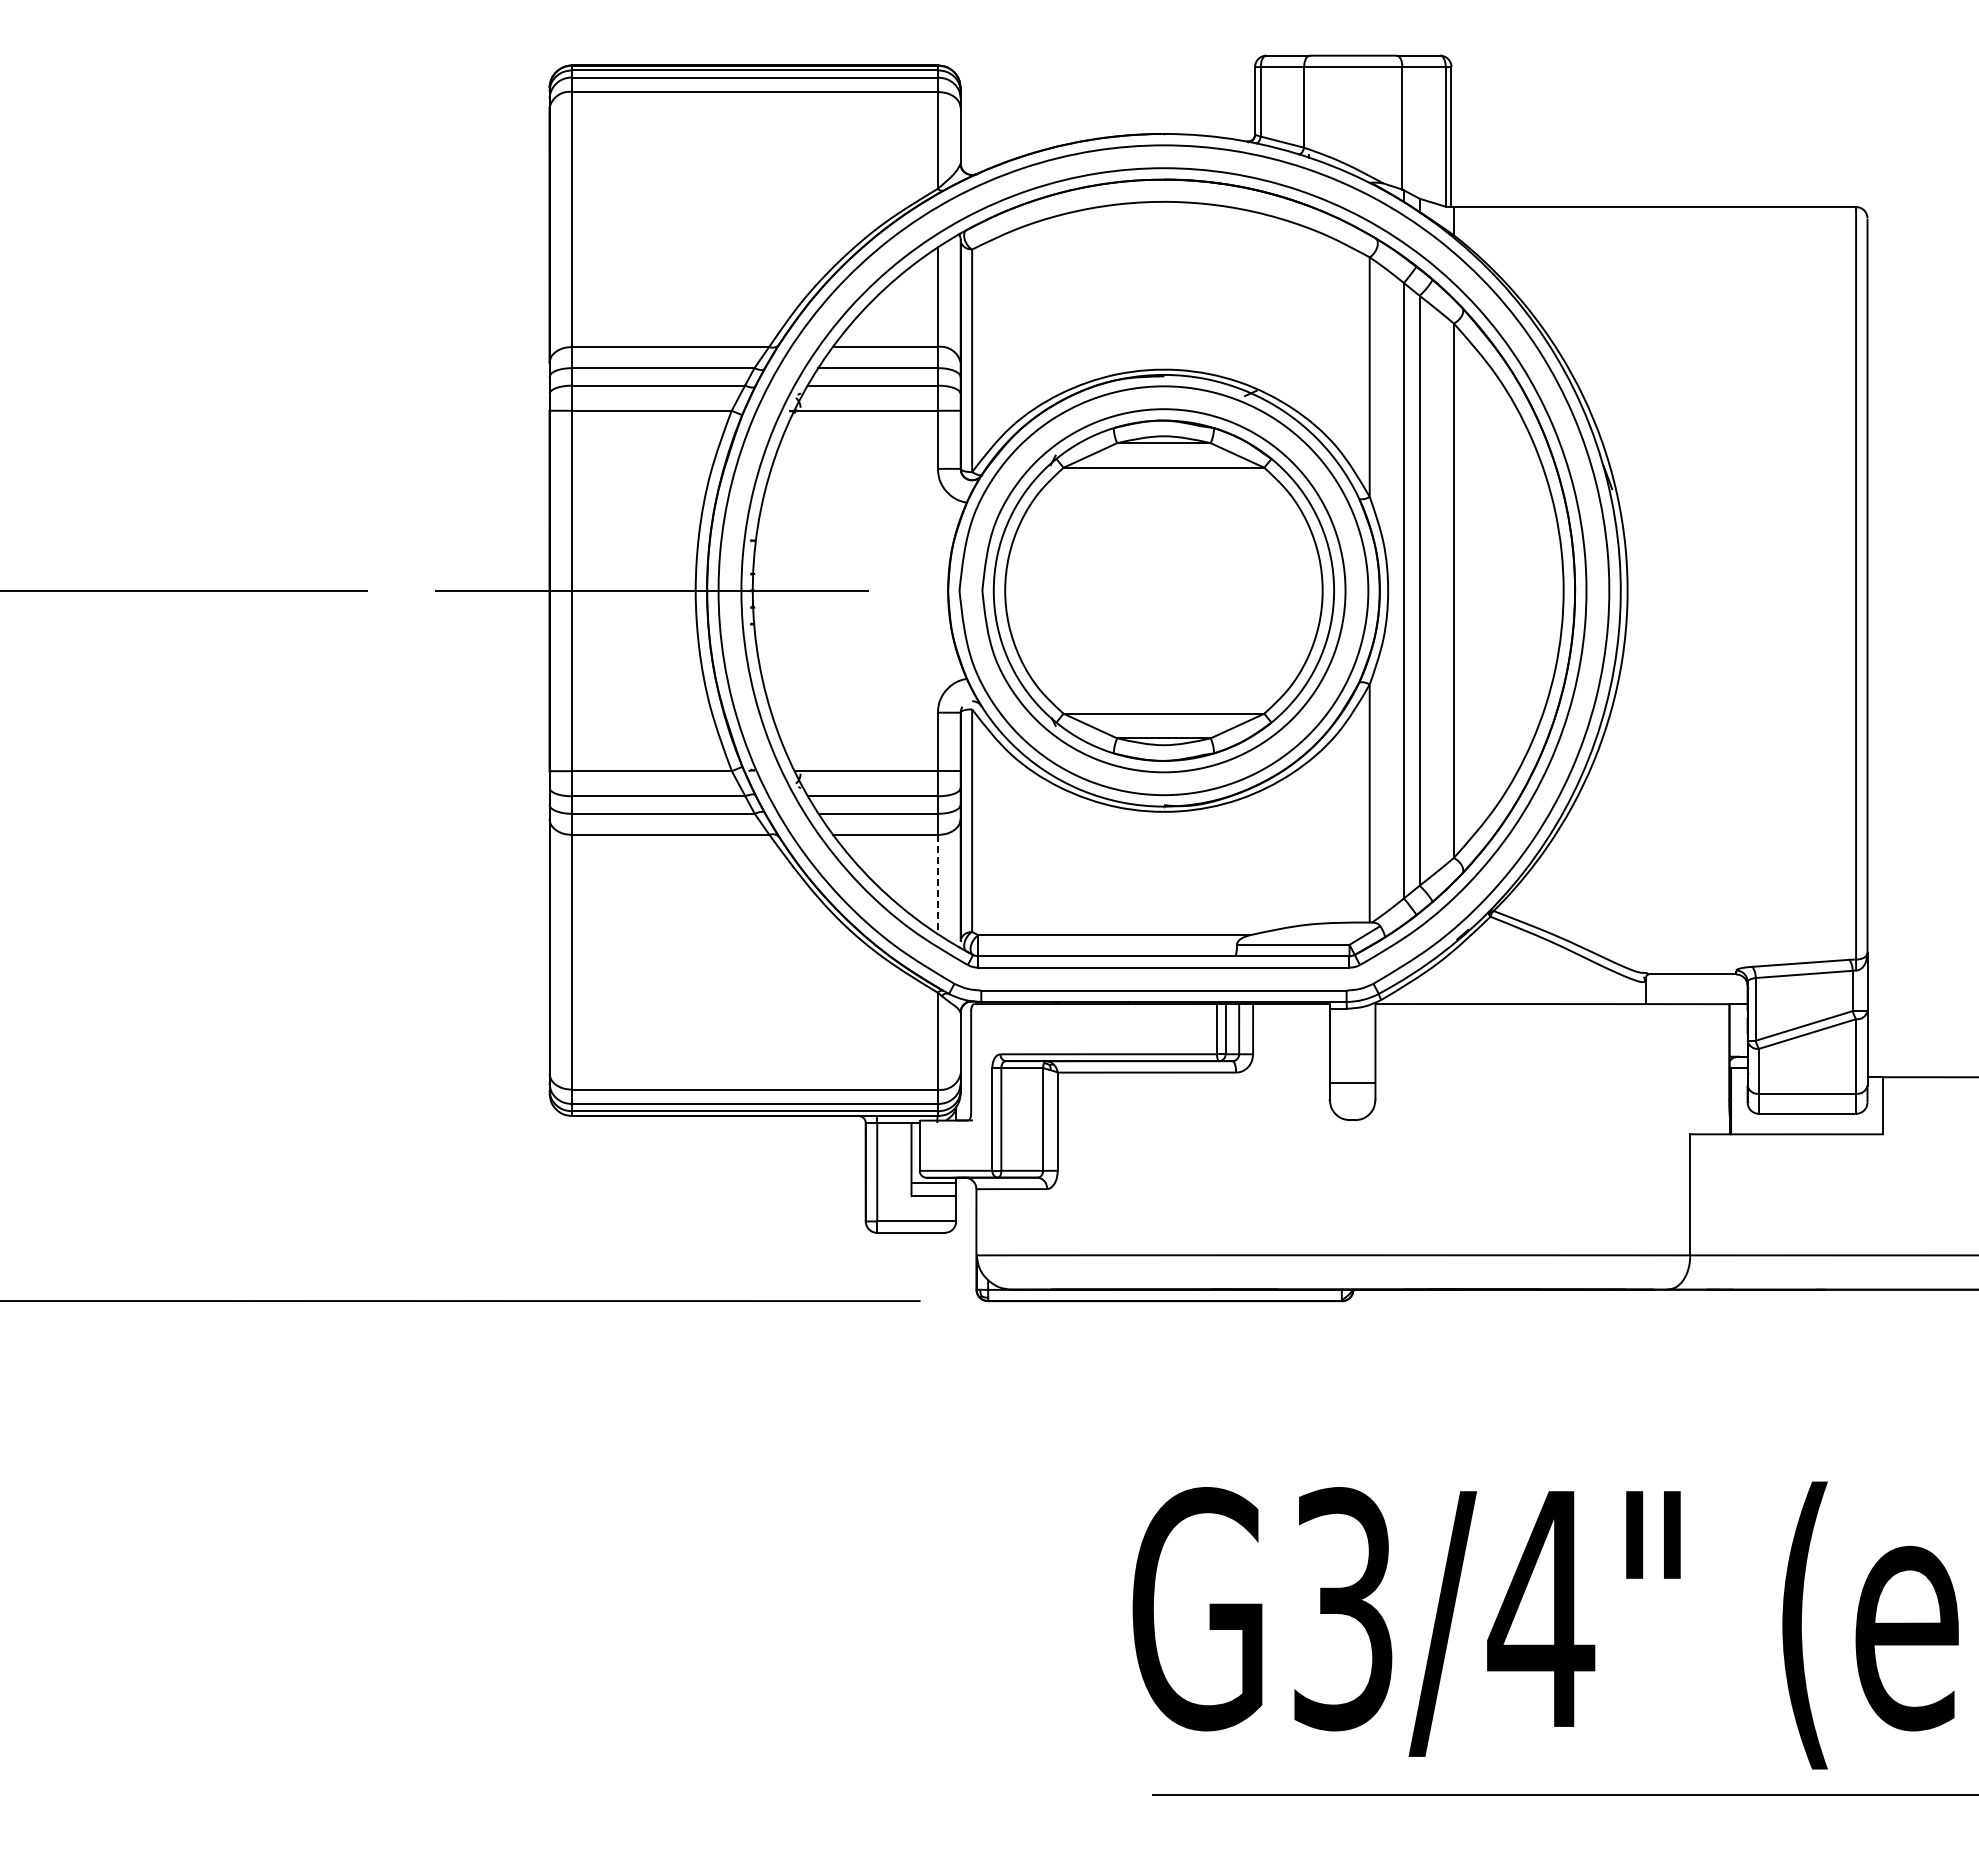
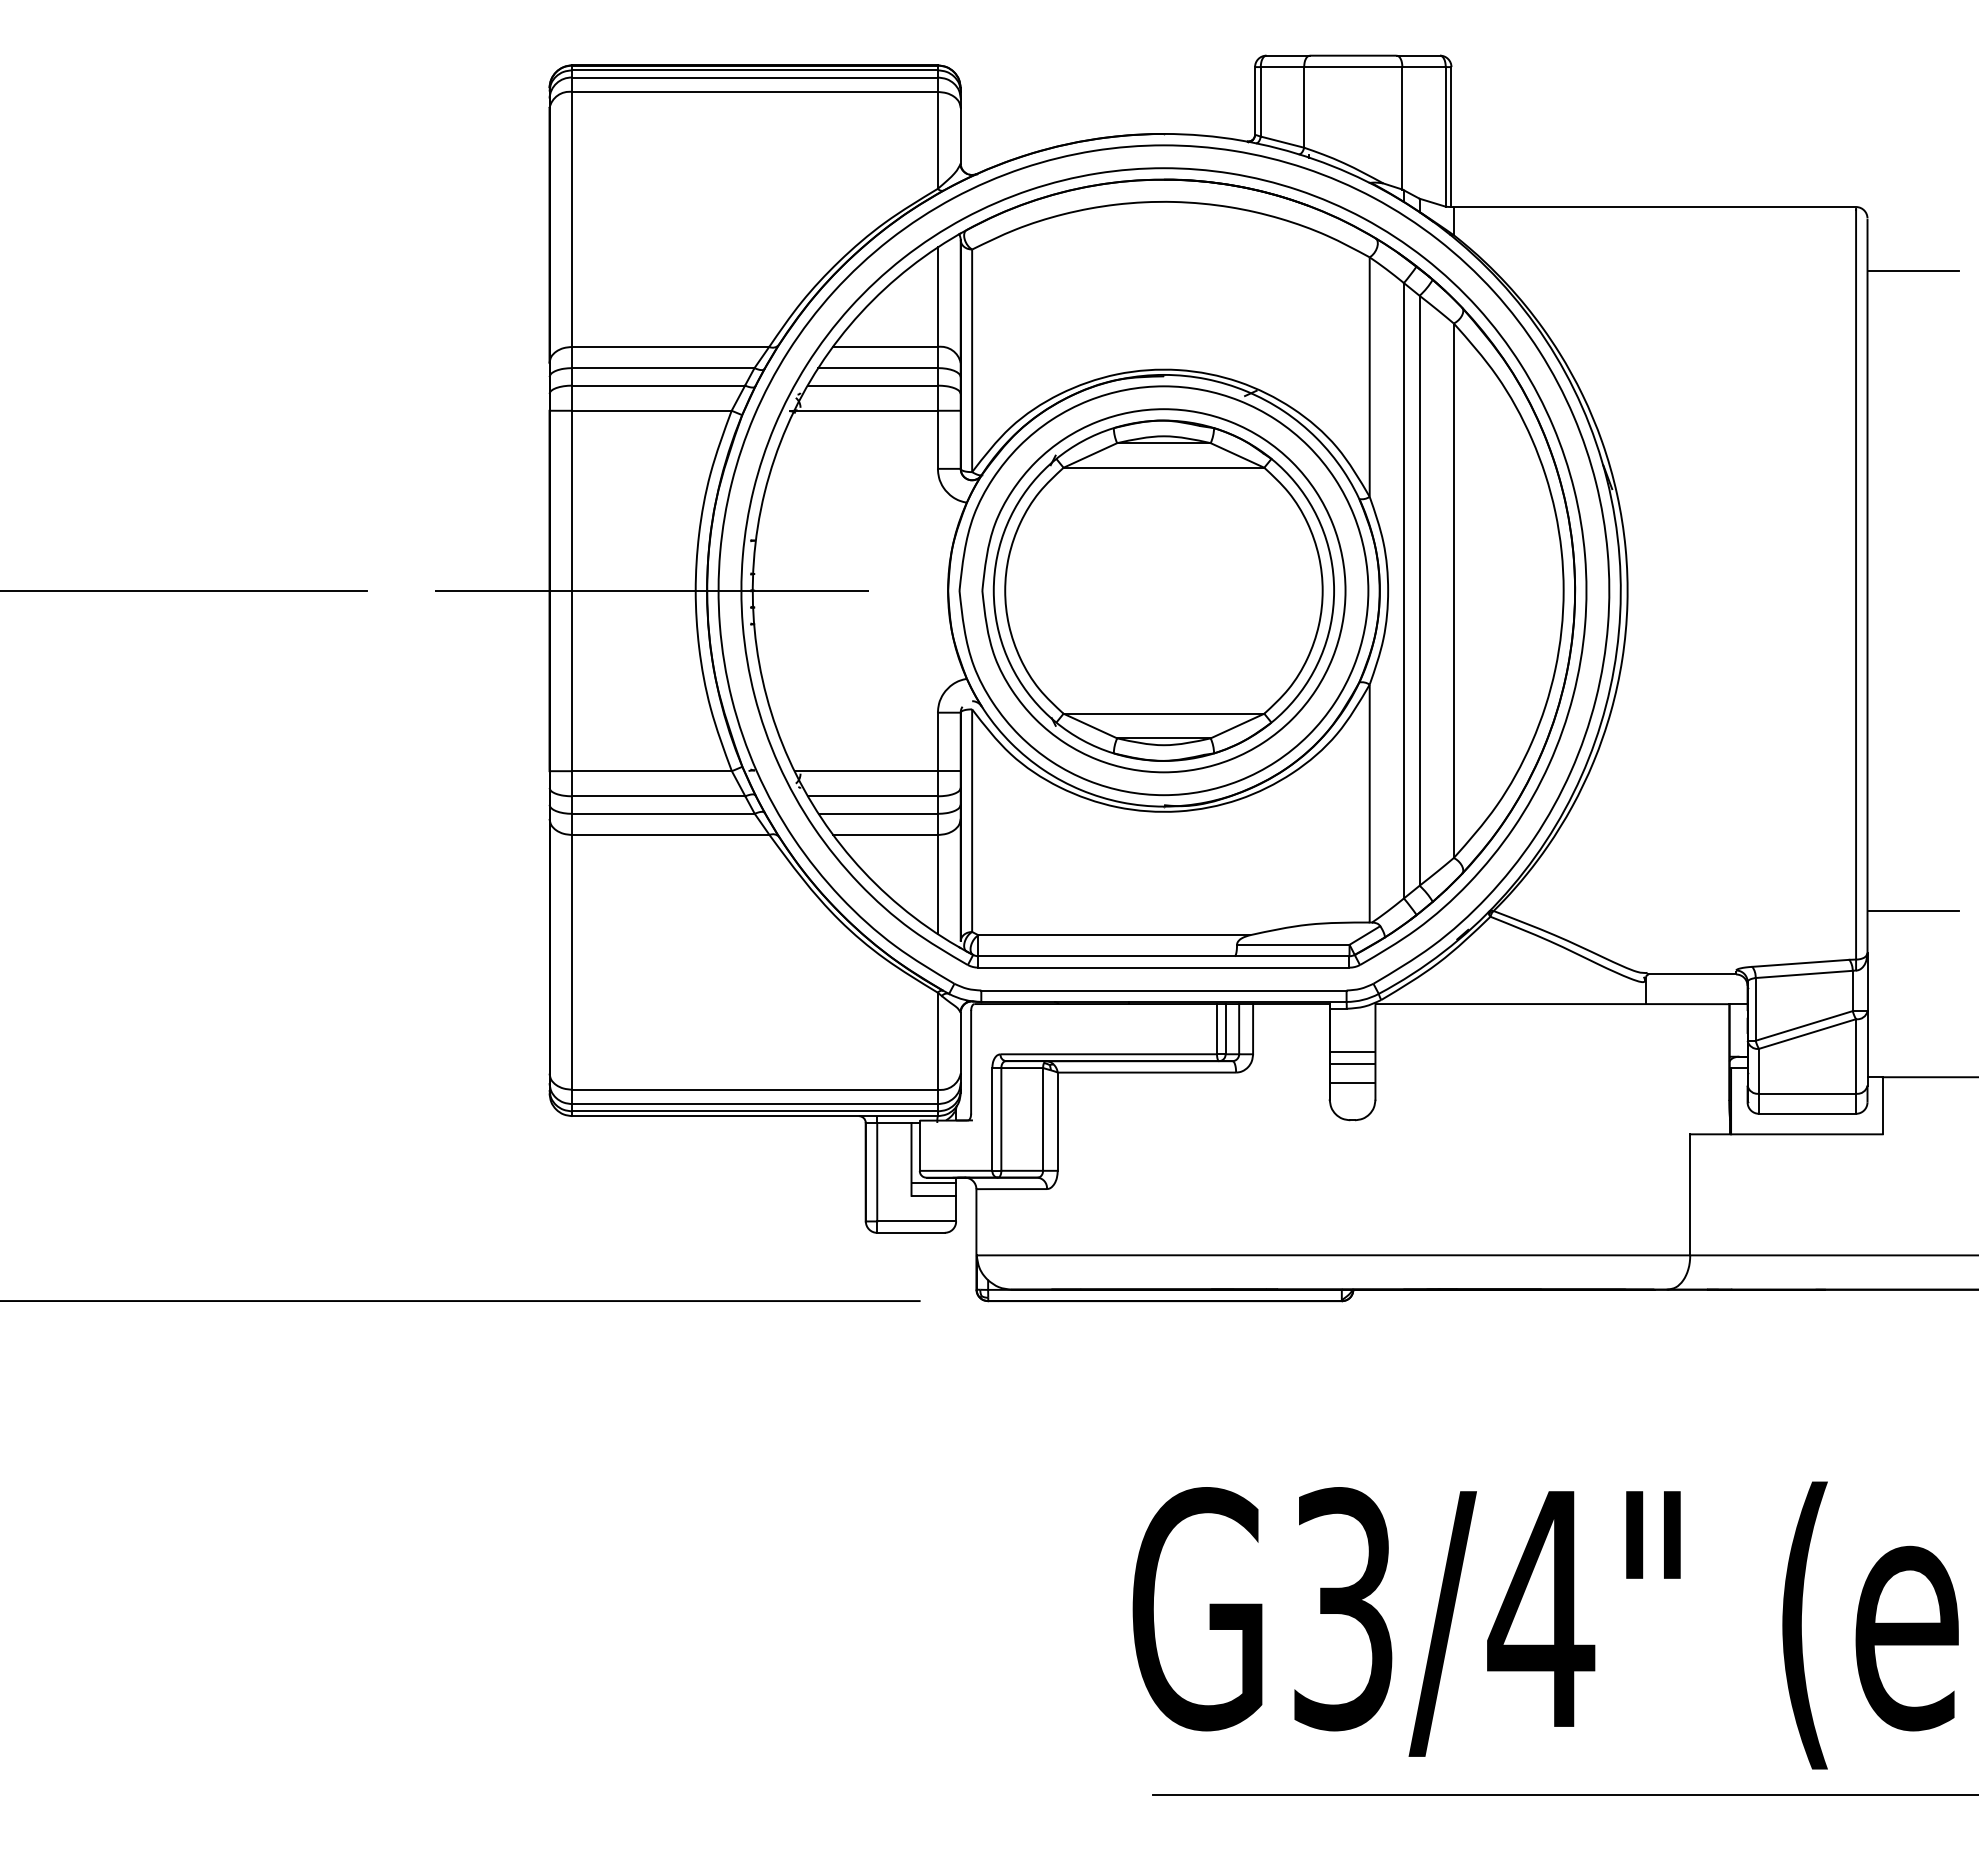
line at (1913, 270): none -> present
line at (937, 884): dashed -> solid
line at (1913, 910): none -> present
line at (1353, 1052): none -> present
line at (1352, 1063): none -> present
